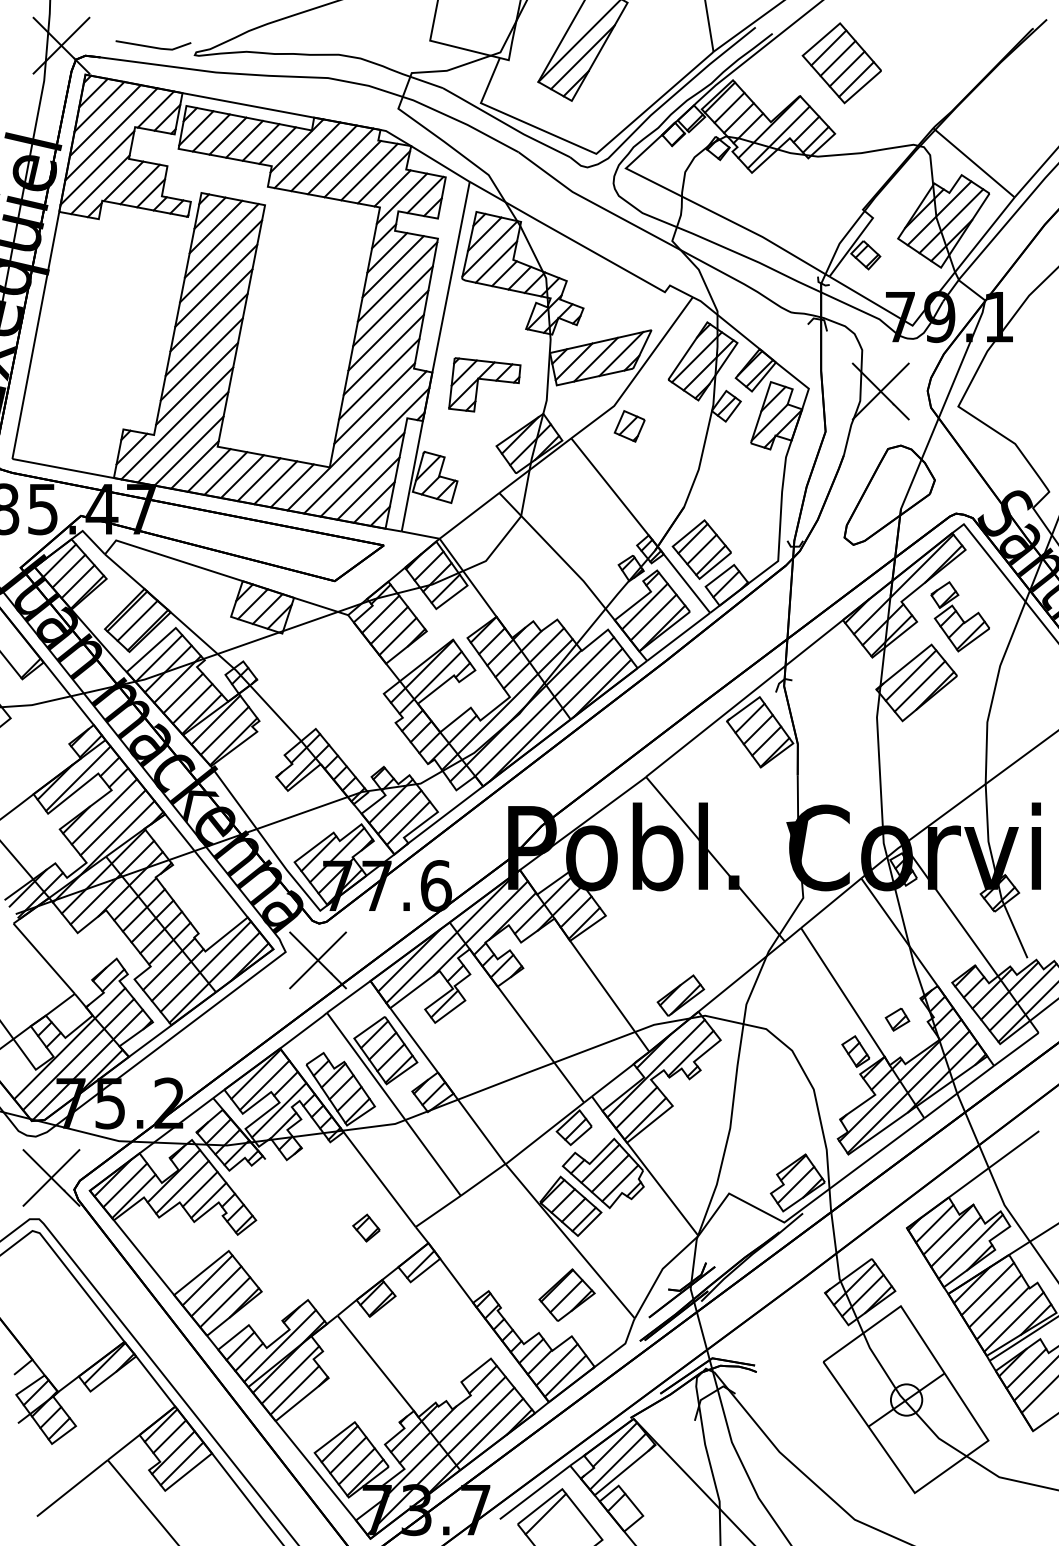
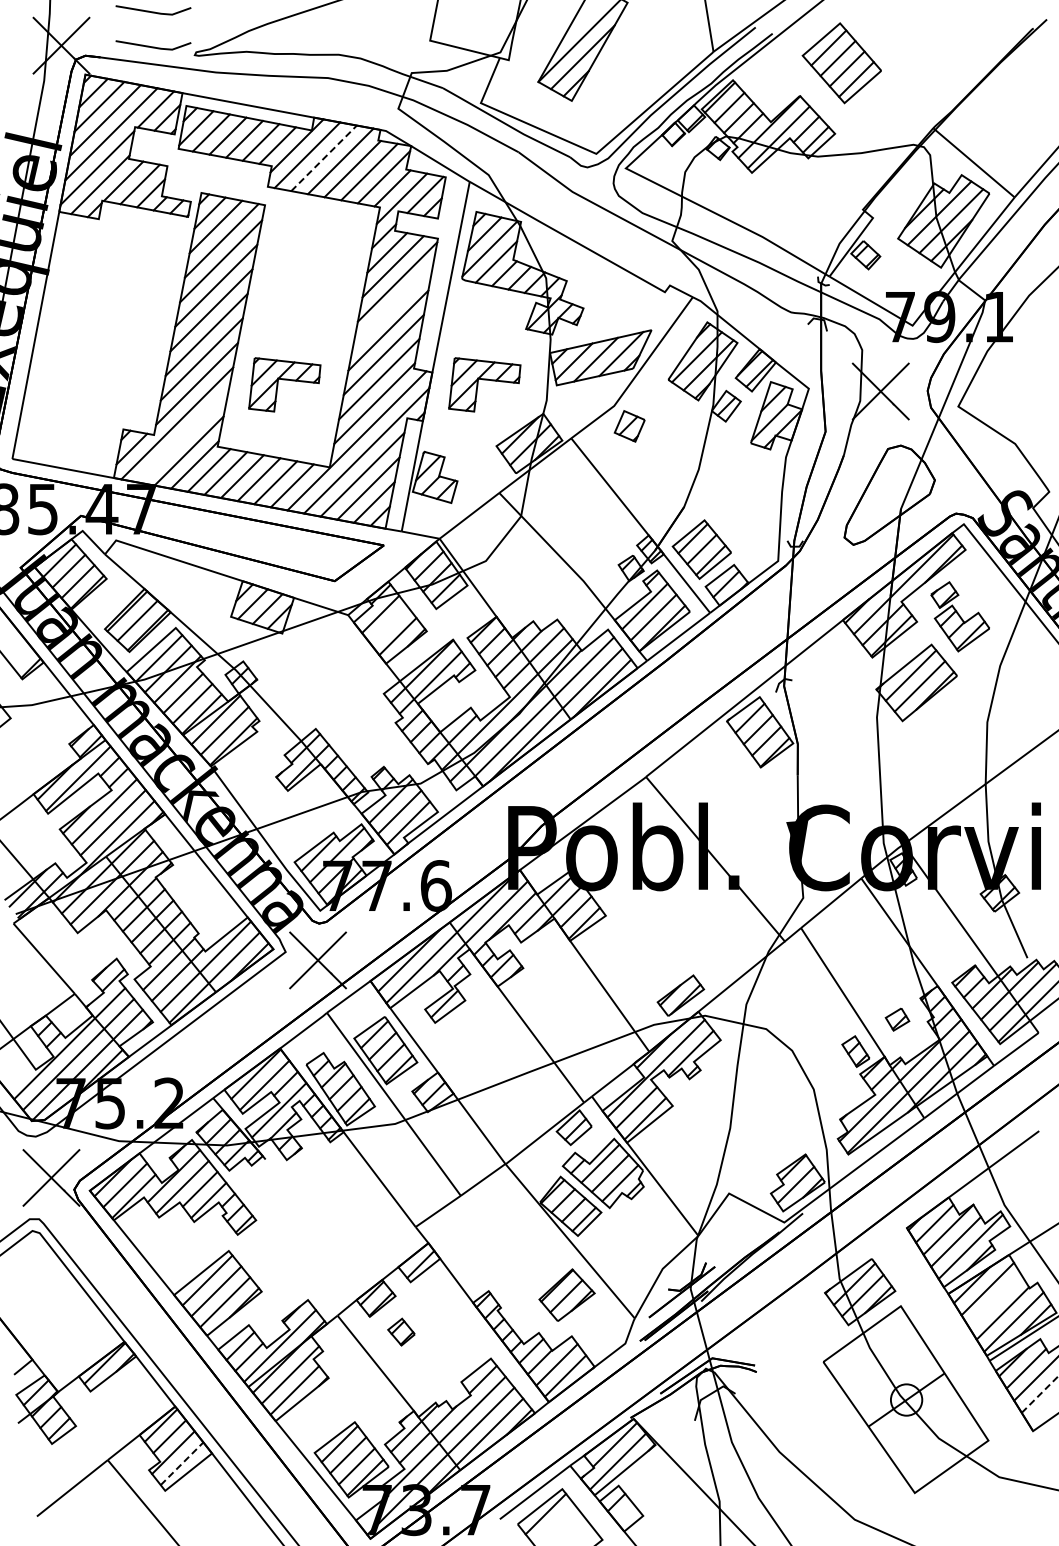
line at (153, 11): none -> present
line at (324, 158): solid -> dashed
line at (392, 306): present -> none
part at (284, 384): none -> present
line at (183, 437): present -> none
line at (388, 625): present -> none
part at (366, 1227) position: (366, 1227) -> (401, 1331)
line at (995, 1301): present -> none
line at (1040, 1394): solid -> dashed
line at (182, 1463): solid -> dashed
